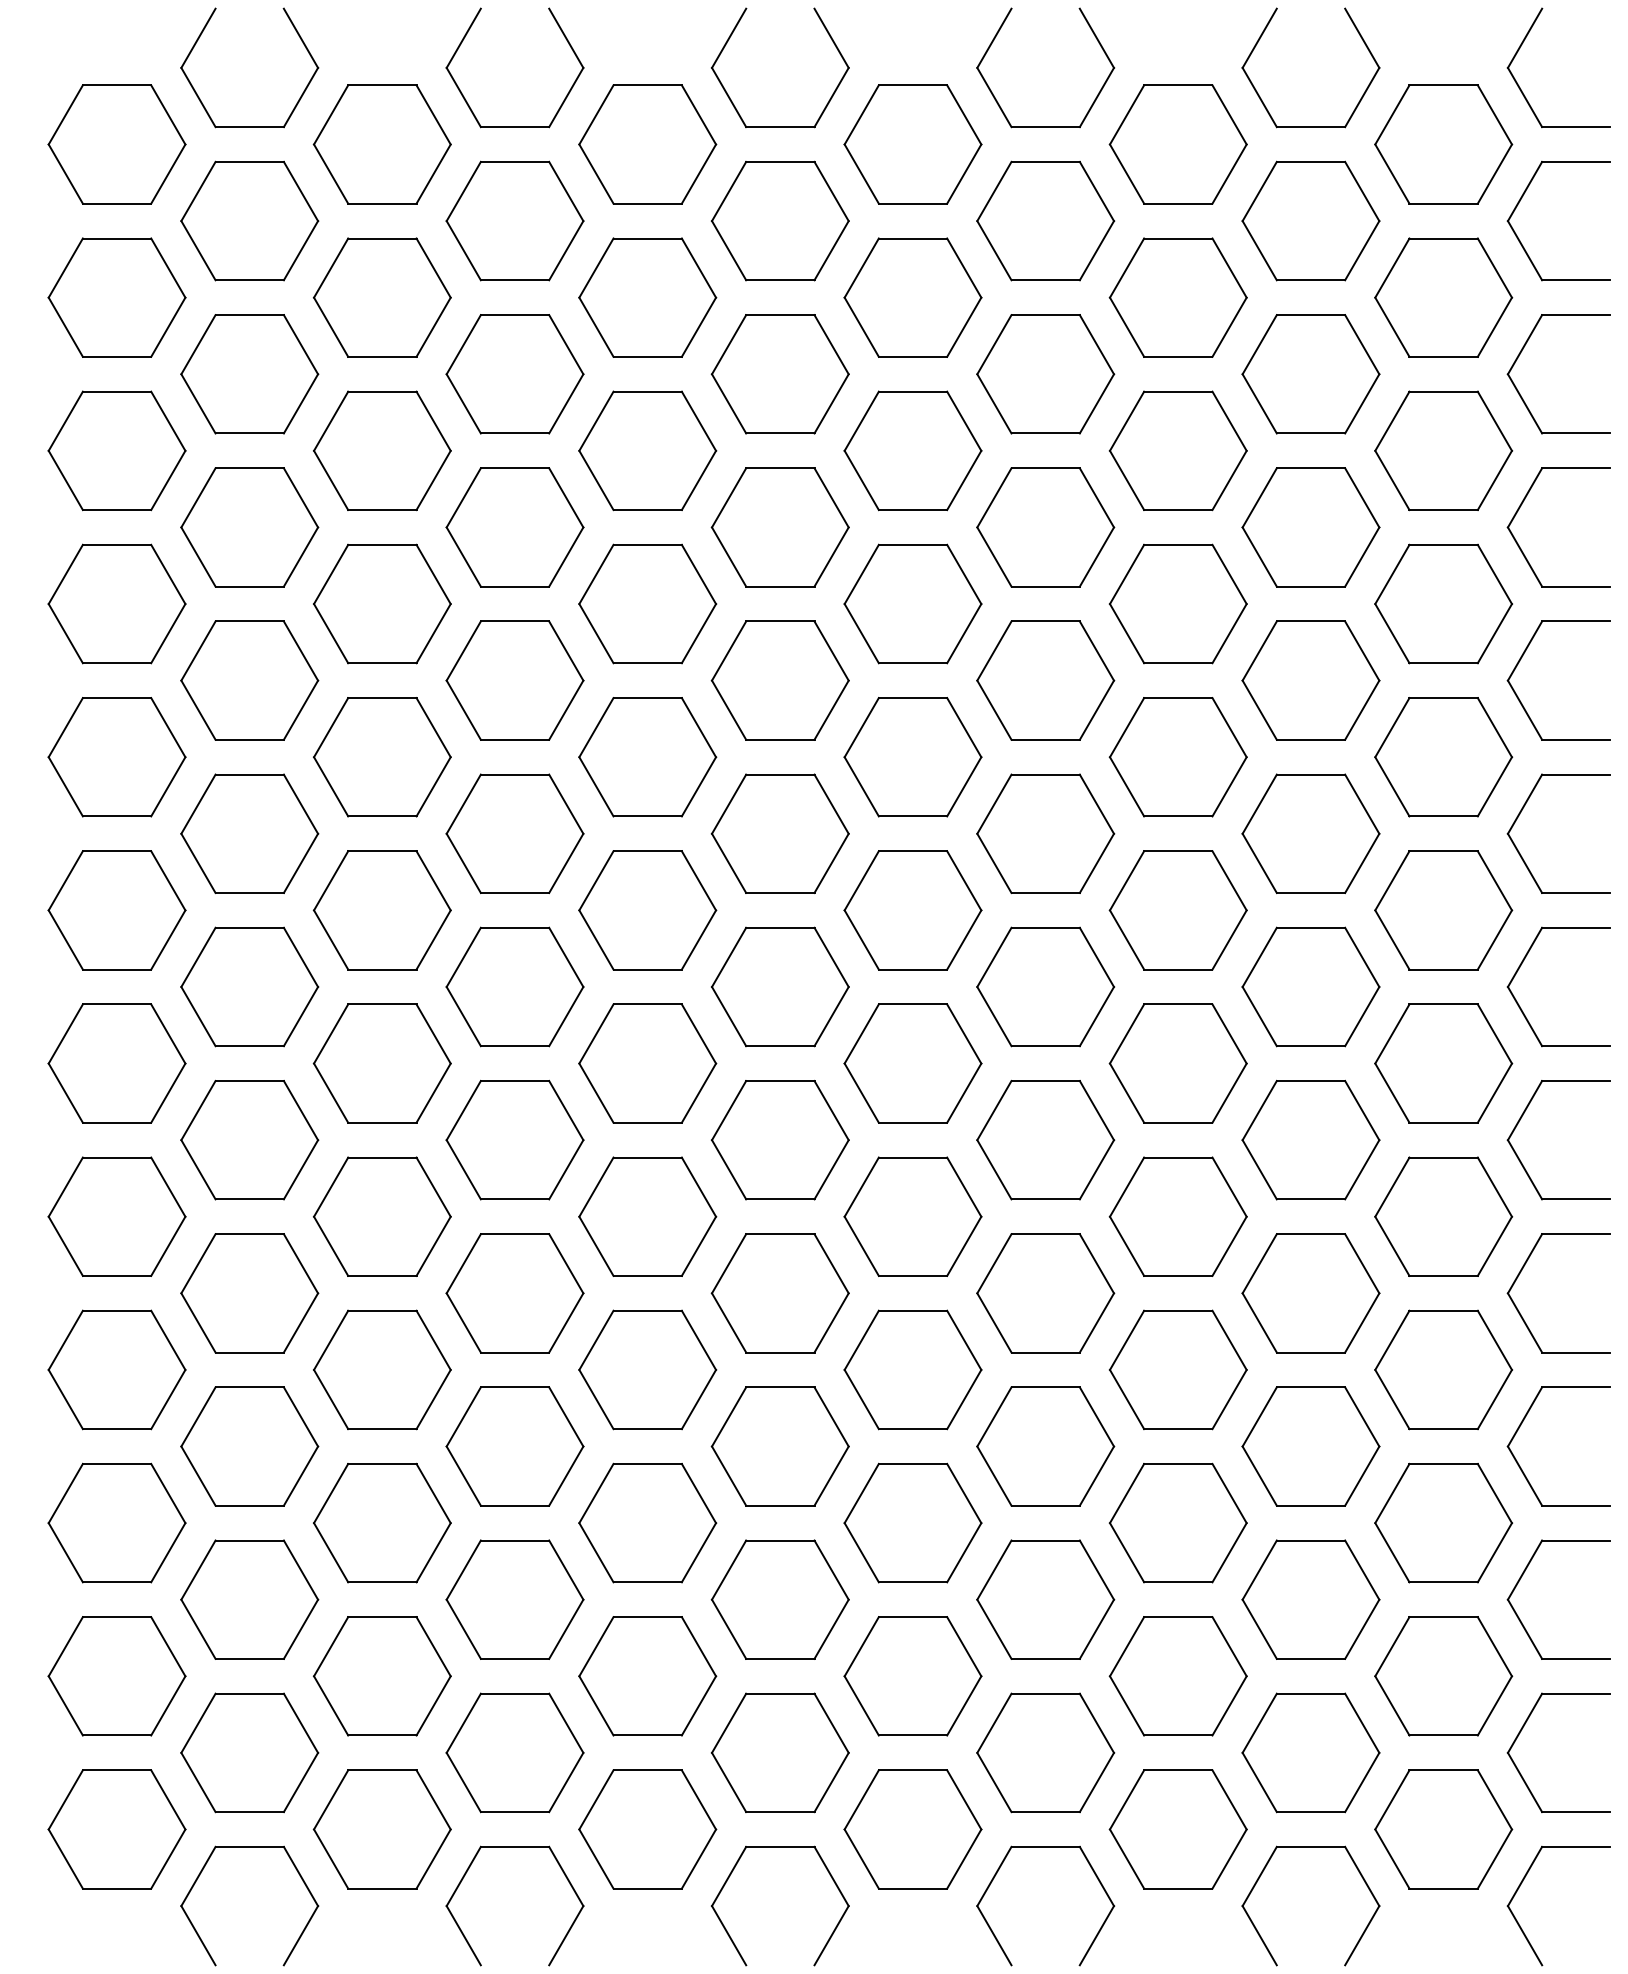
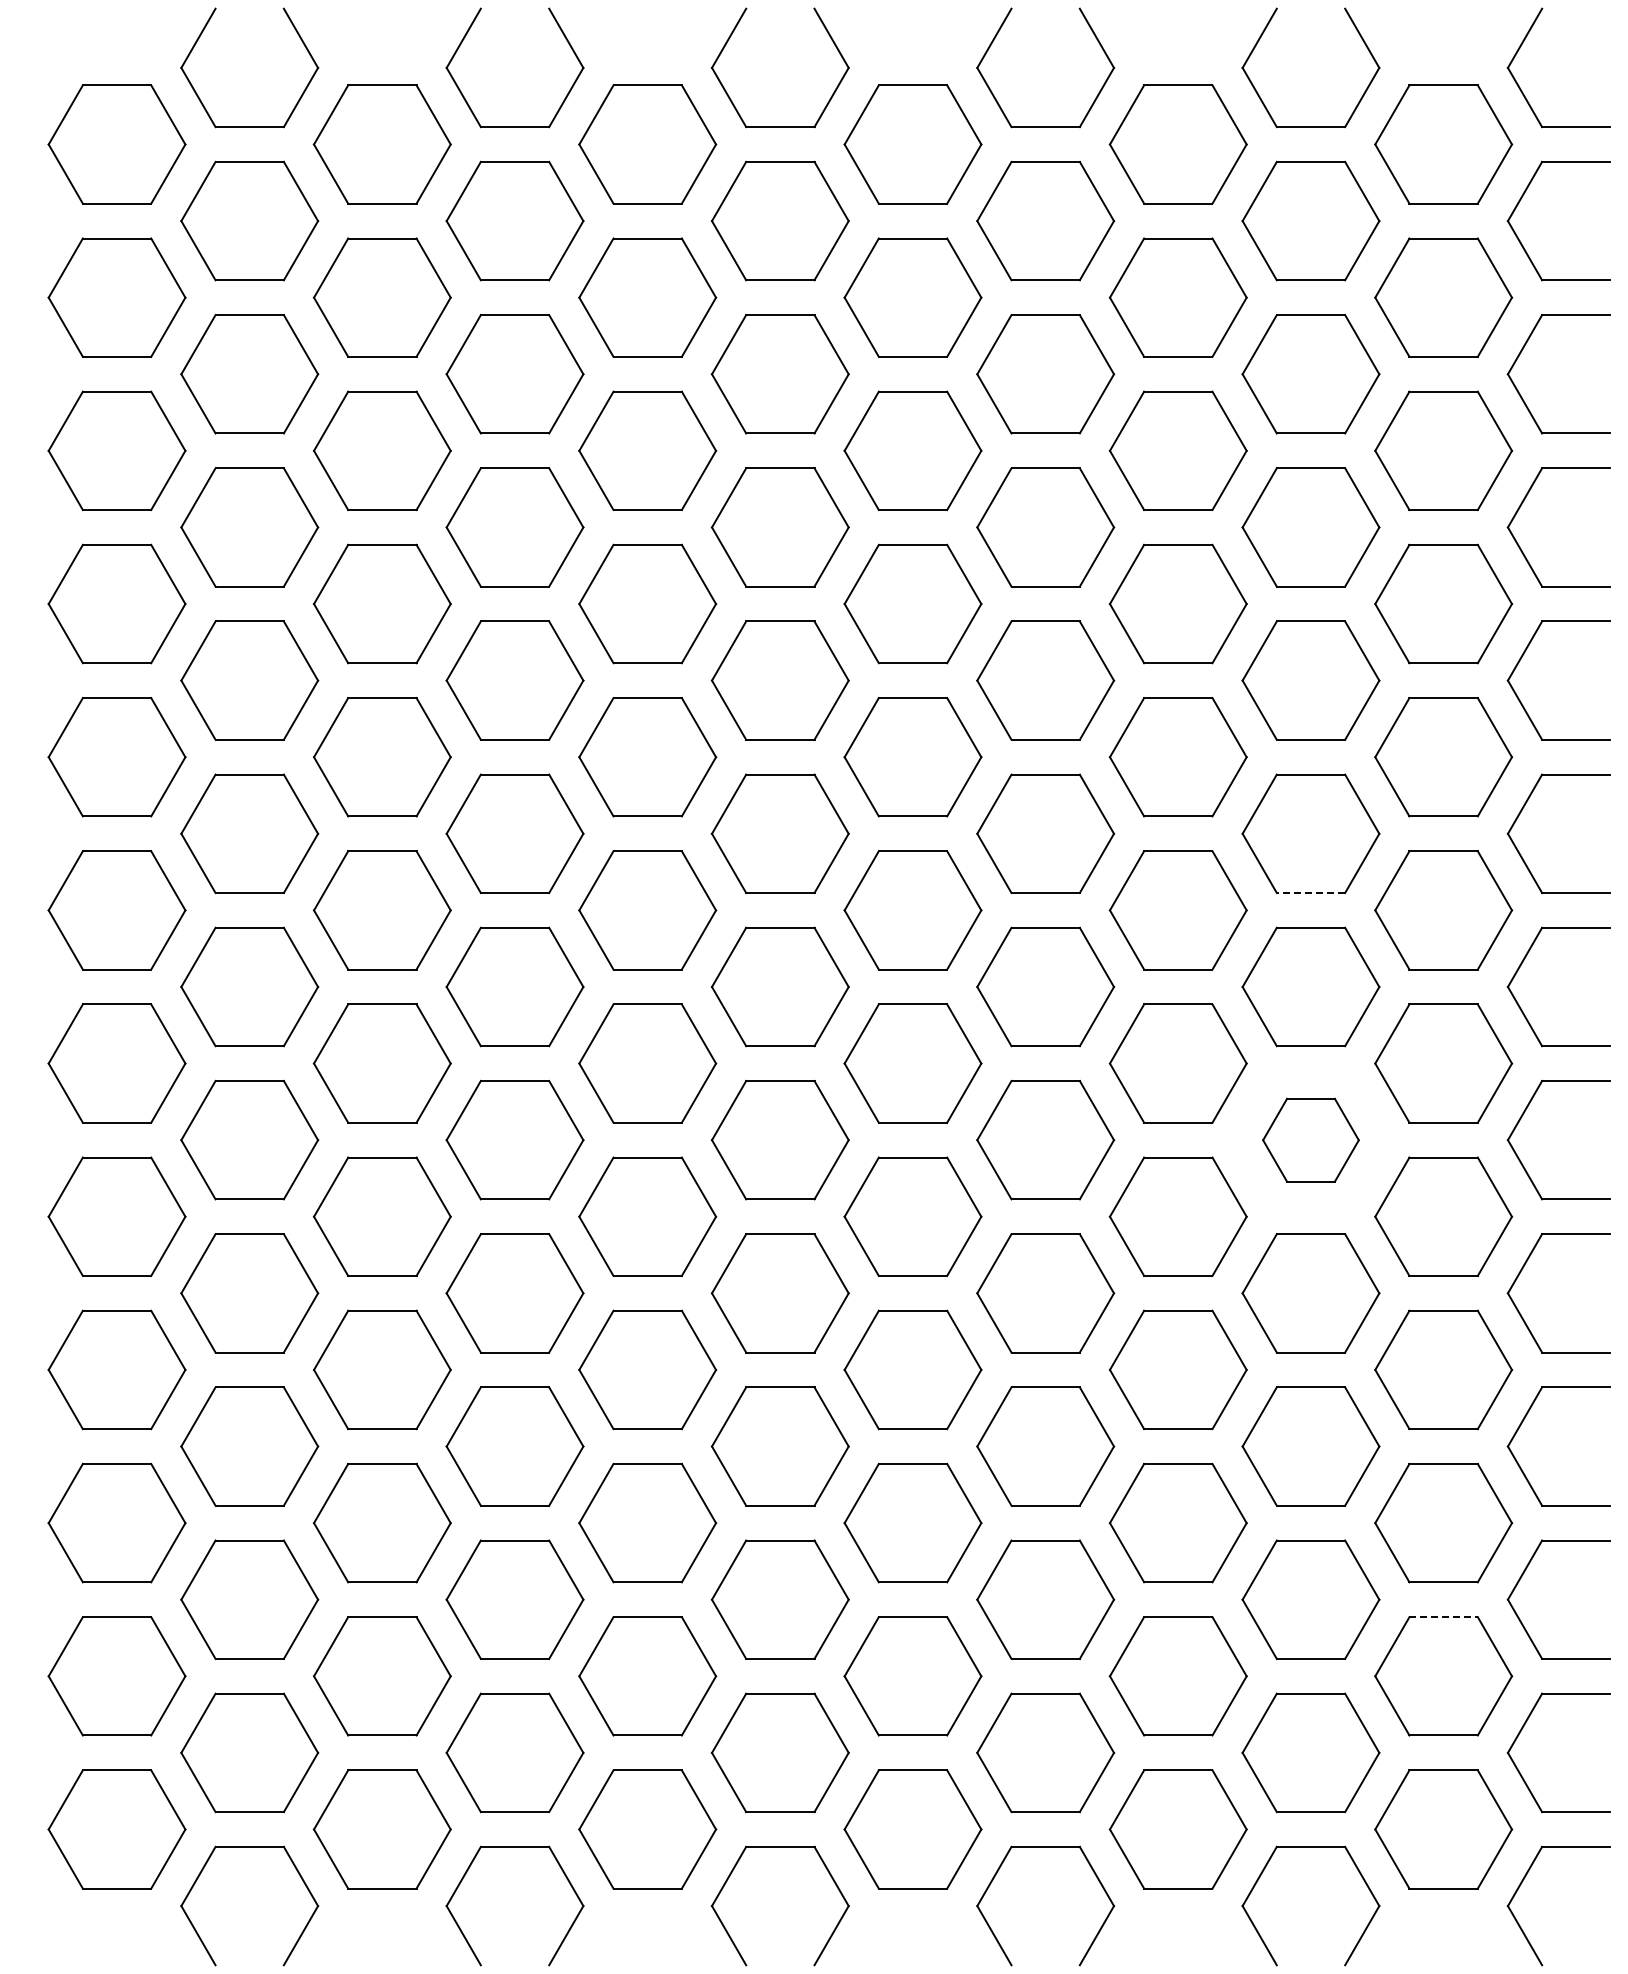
line at (1310, 893): solid -> dashed
part at (1310, 1140) size: 140x121 px -> 98x86 px
line at (1444, 1617): solid -> dashed
